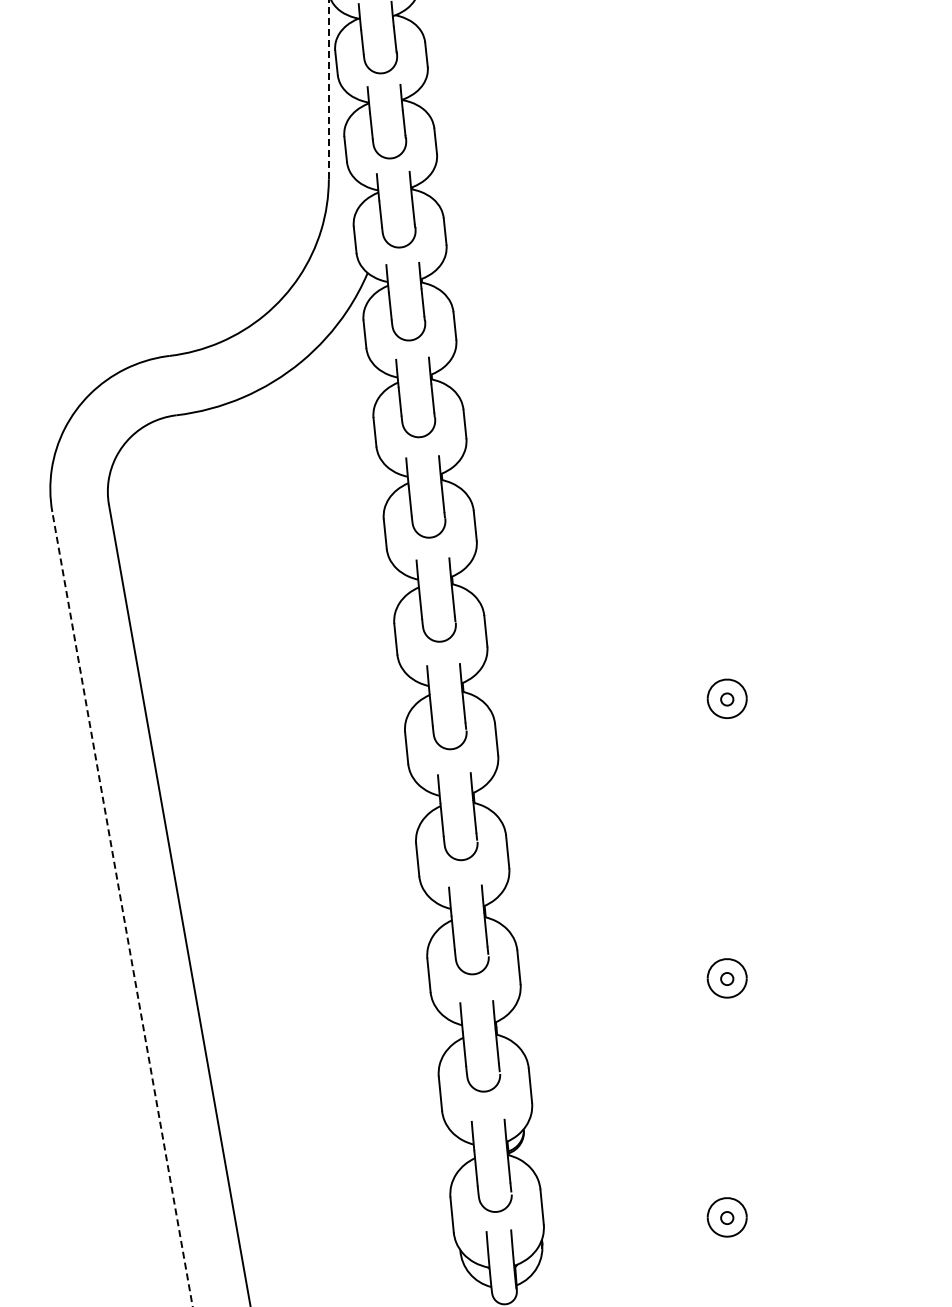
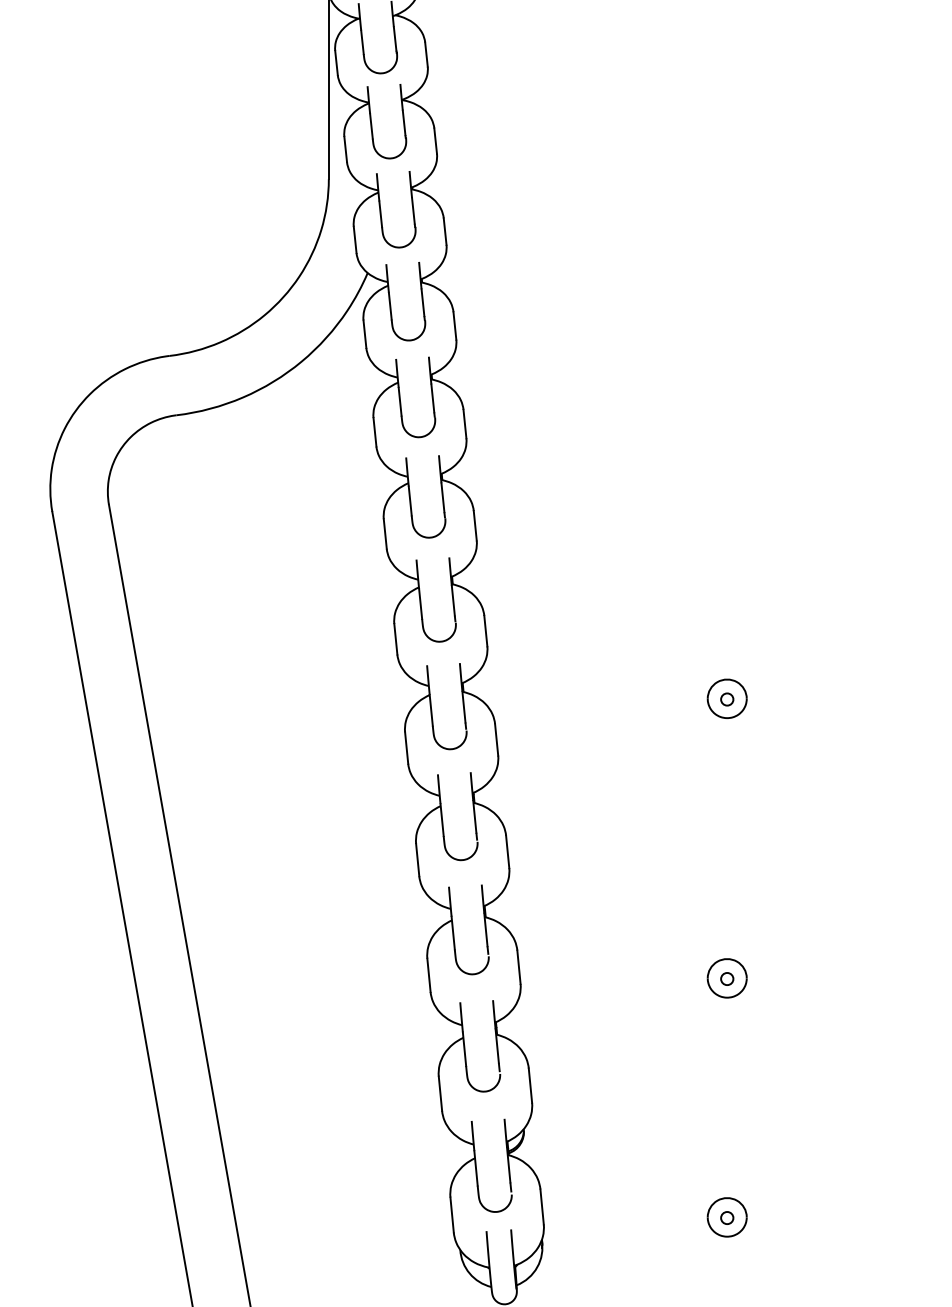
line at (328, 89): dashed -> solid
line at (122, 908): dashed -> solid
